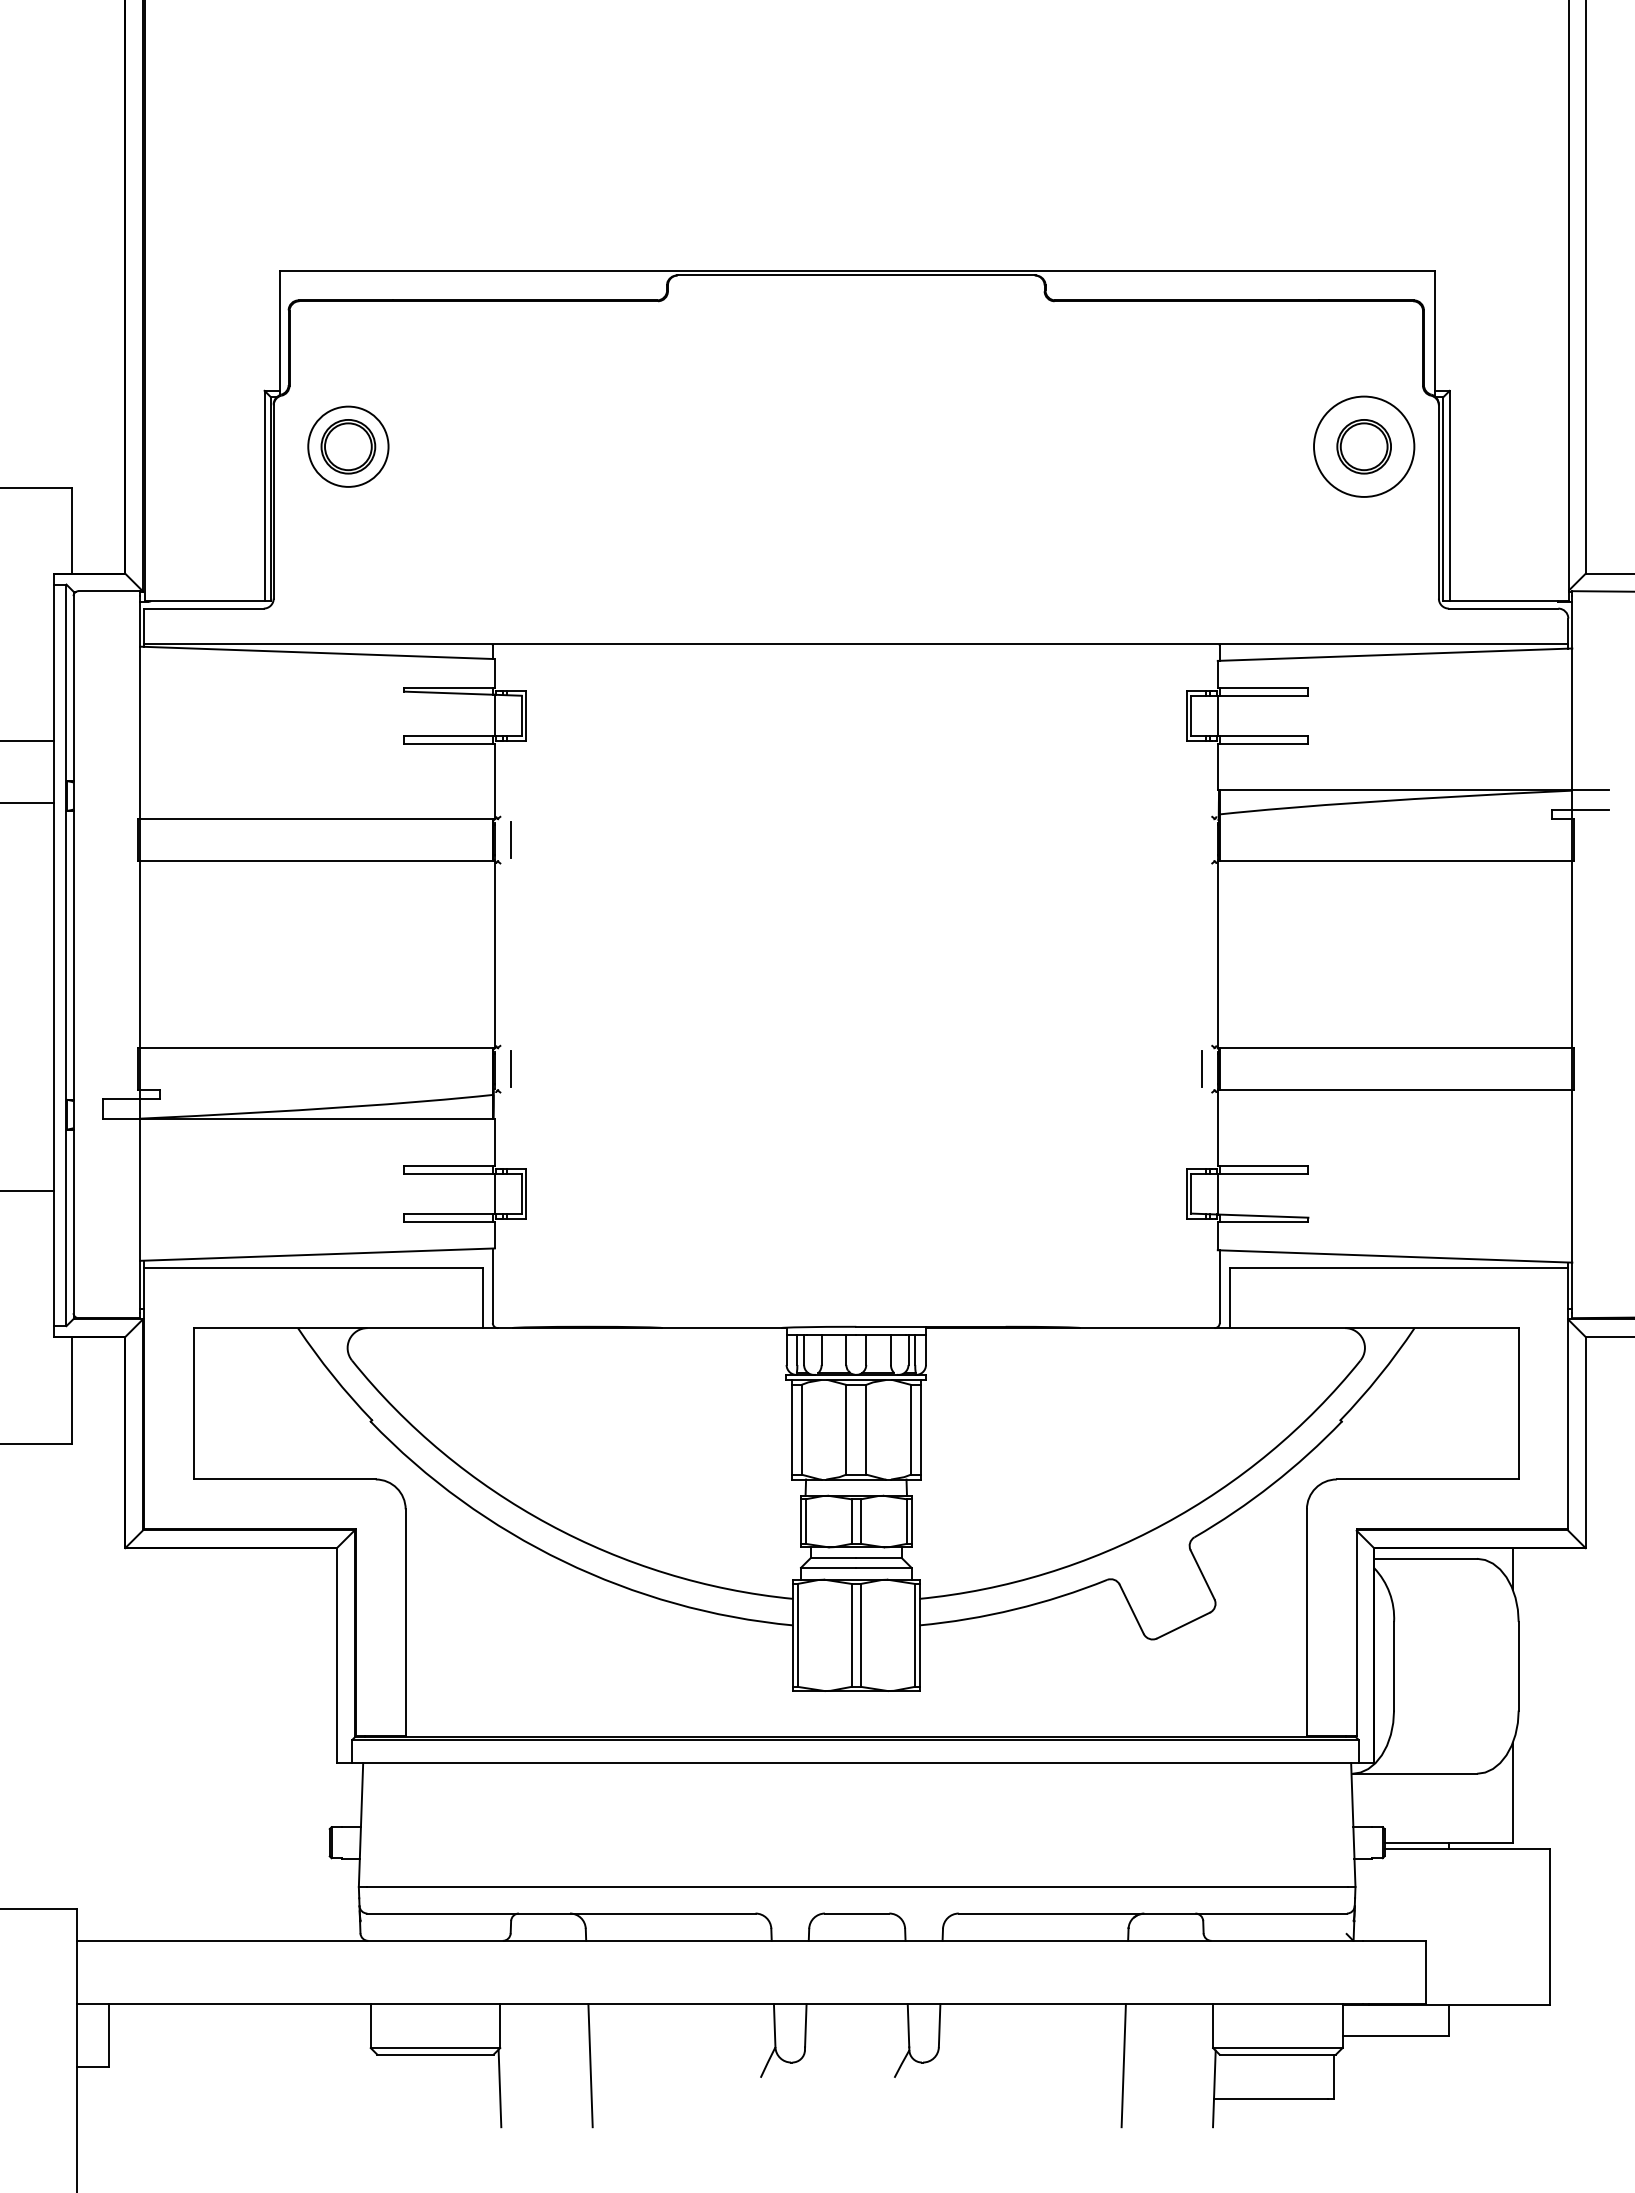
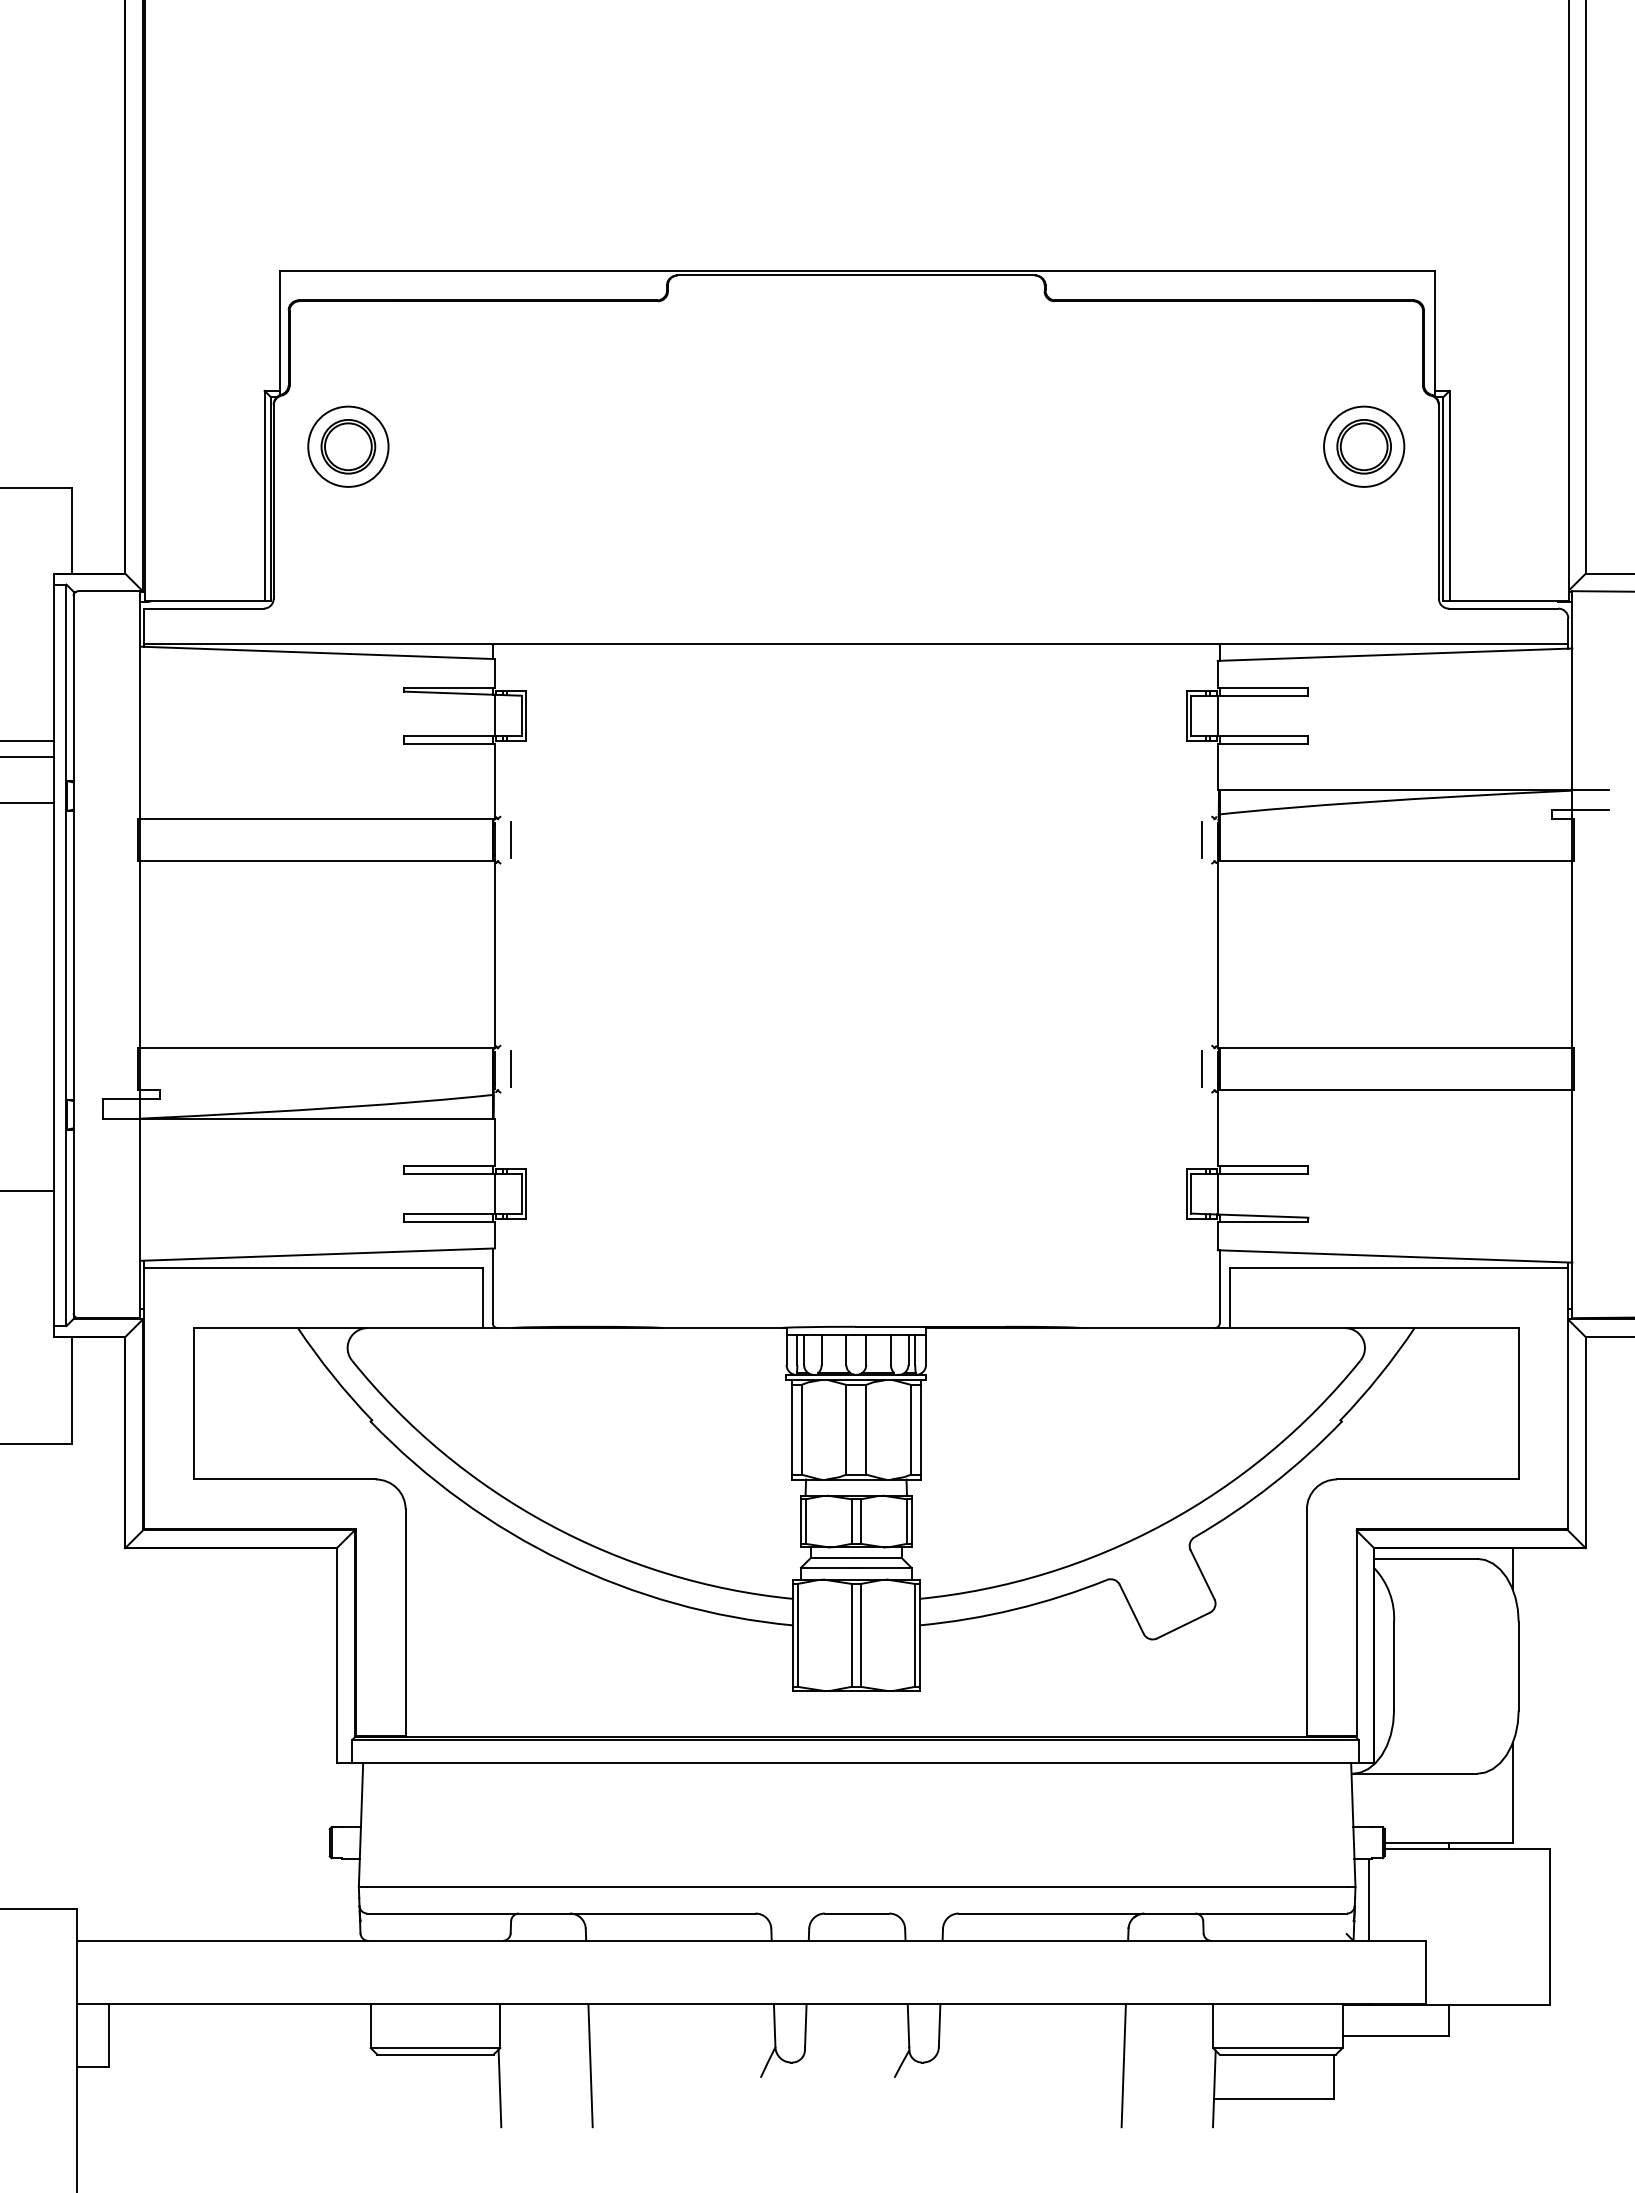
circle at (1364, 446) diameter: 100 px -> 80 px
line at (27, 757): none -> present
line at (1201, 839): none -> present
line at (1368, 1899): none -> present
